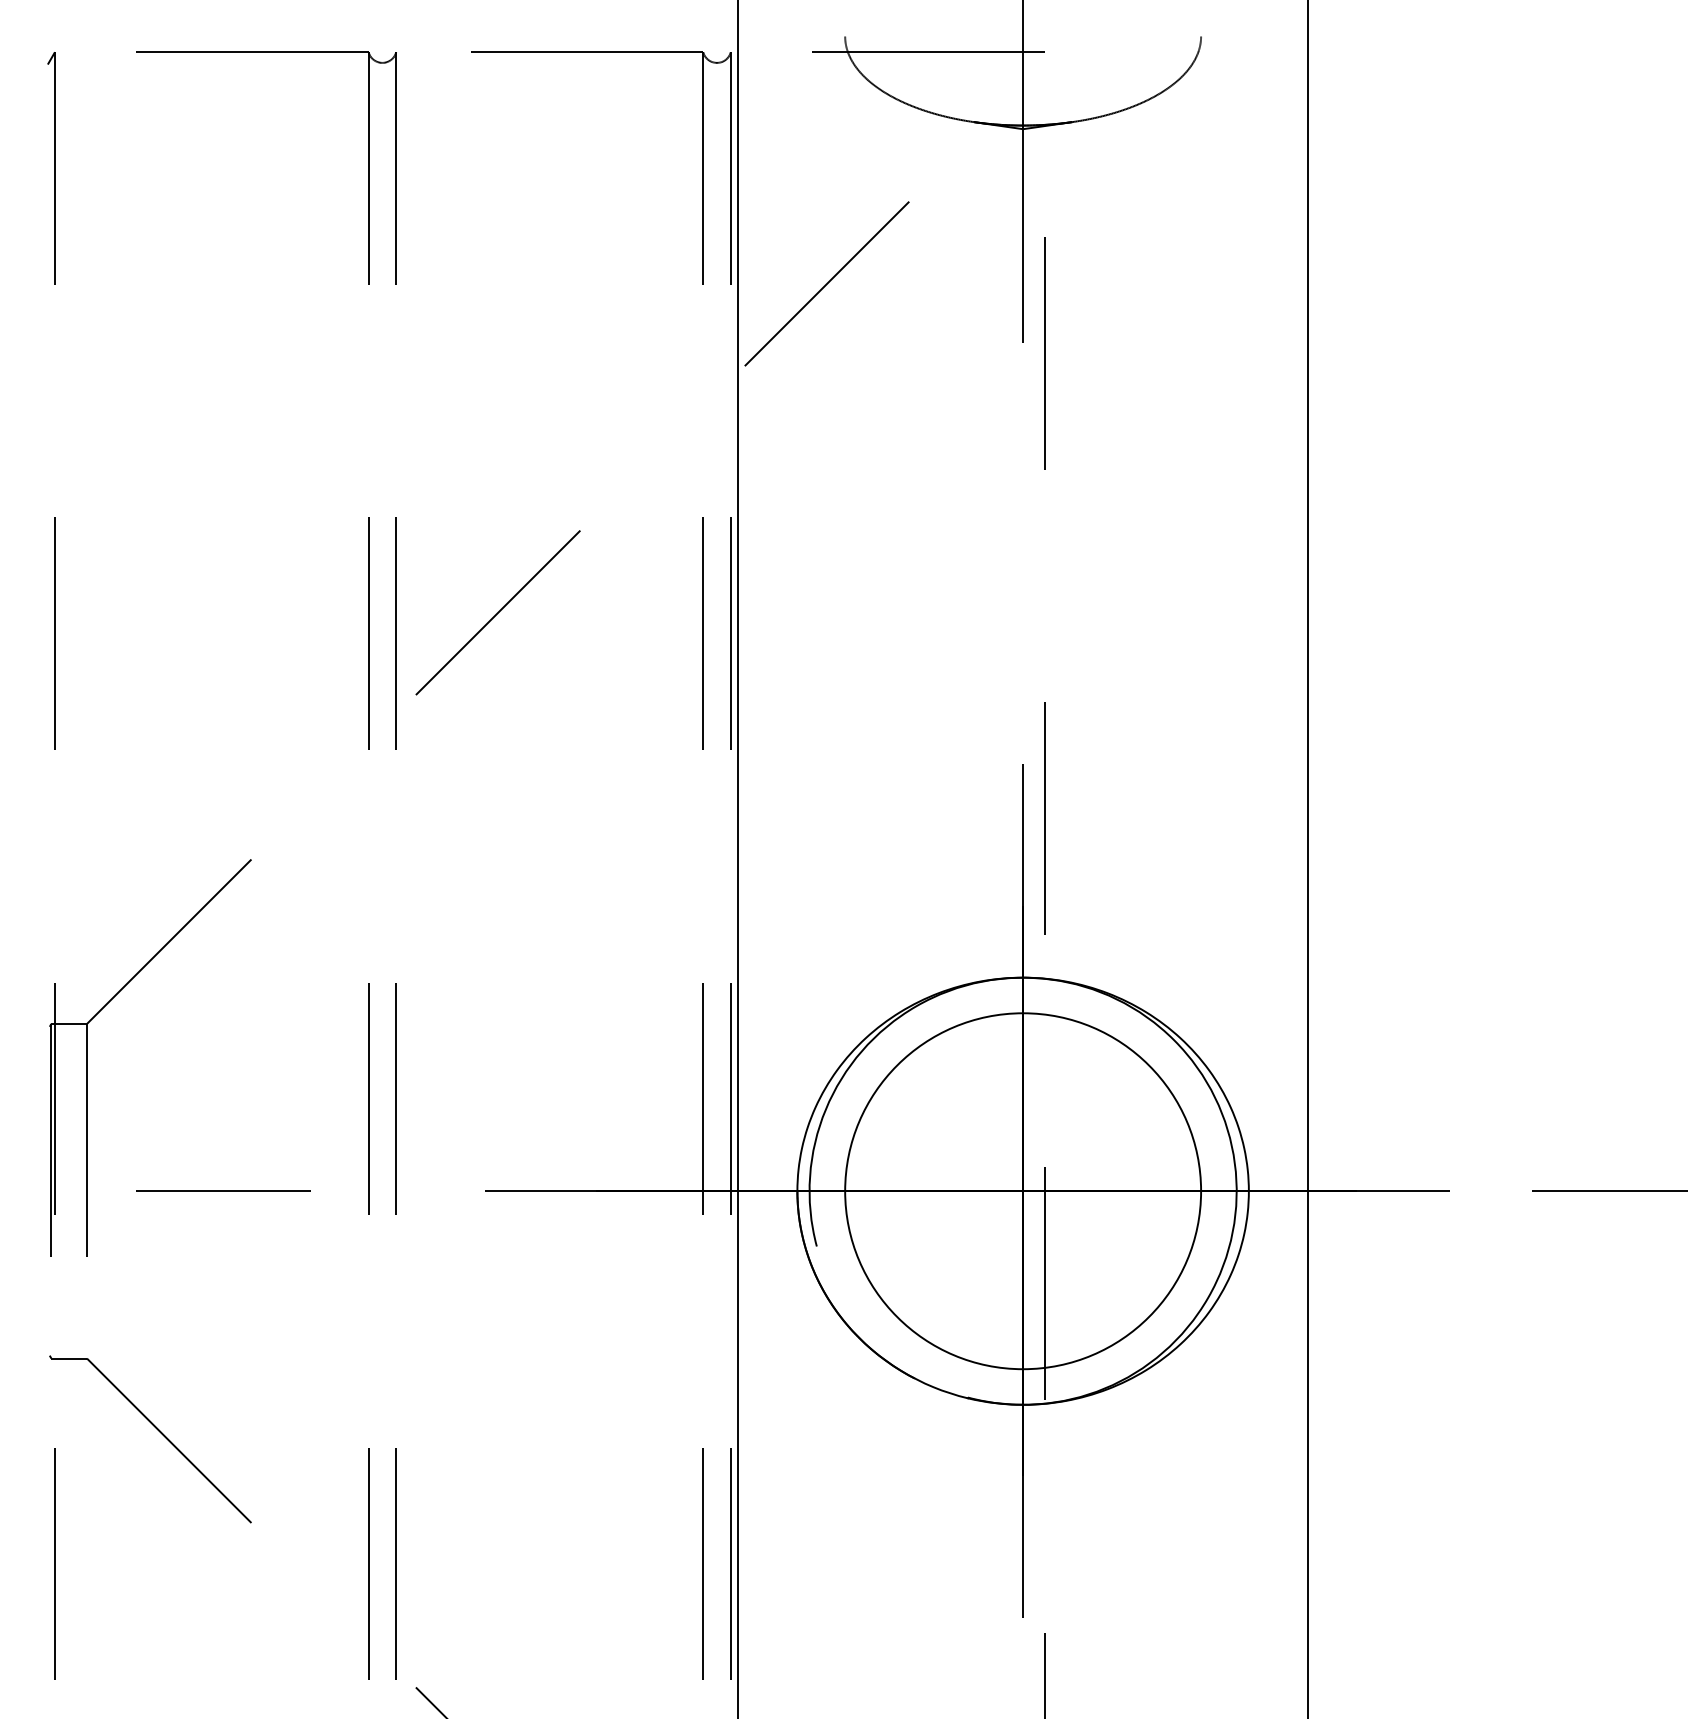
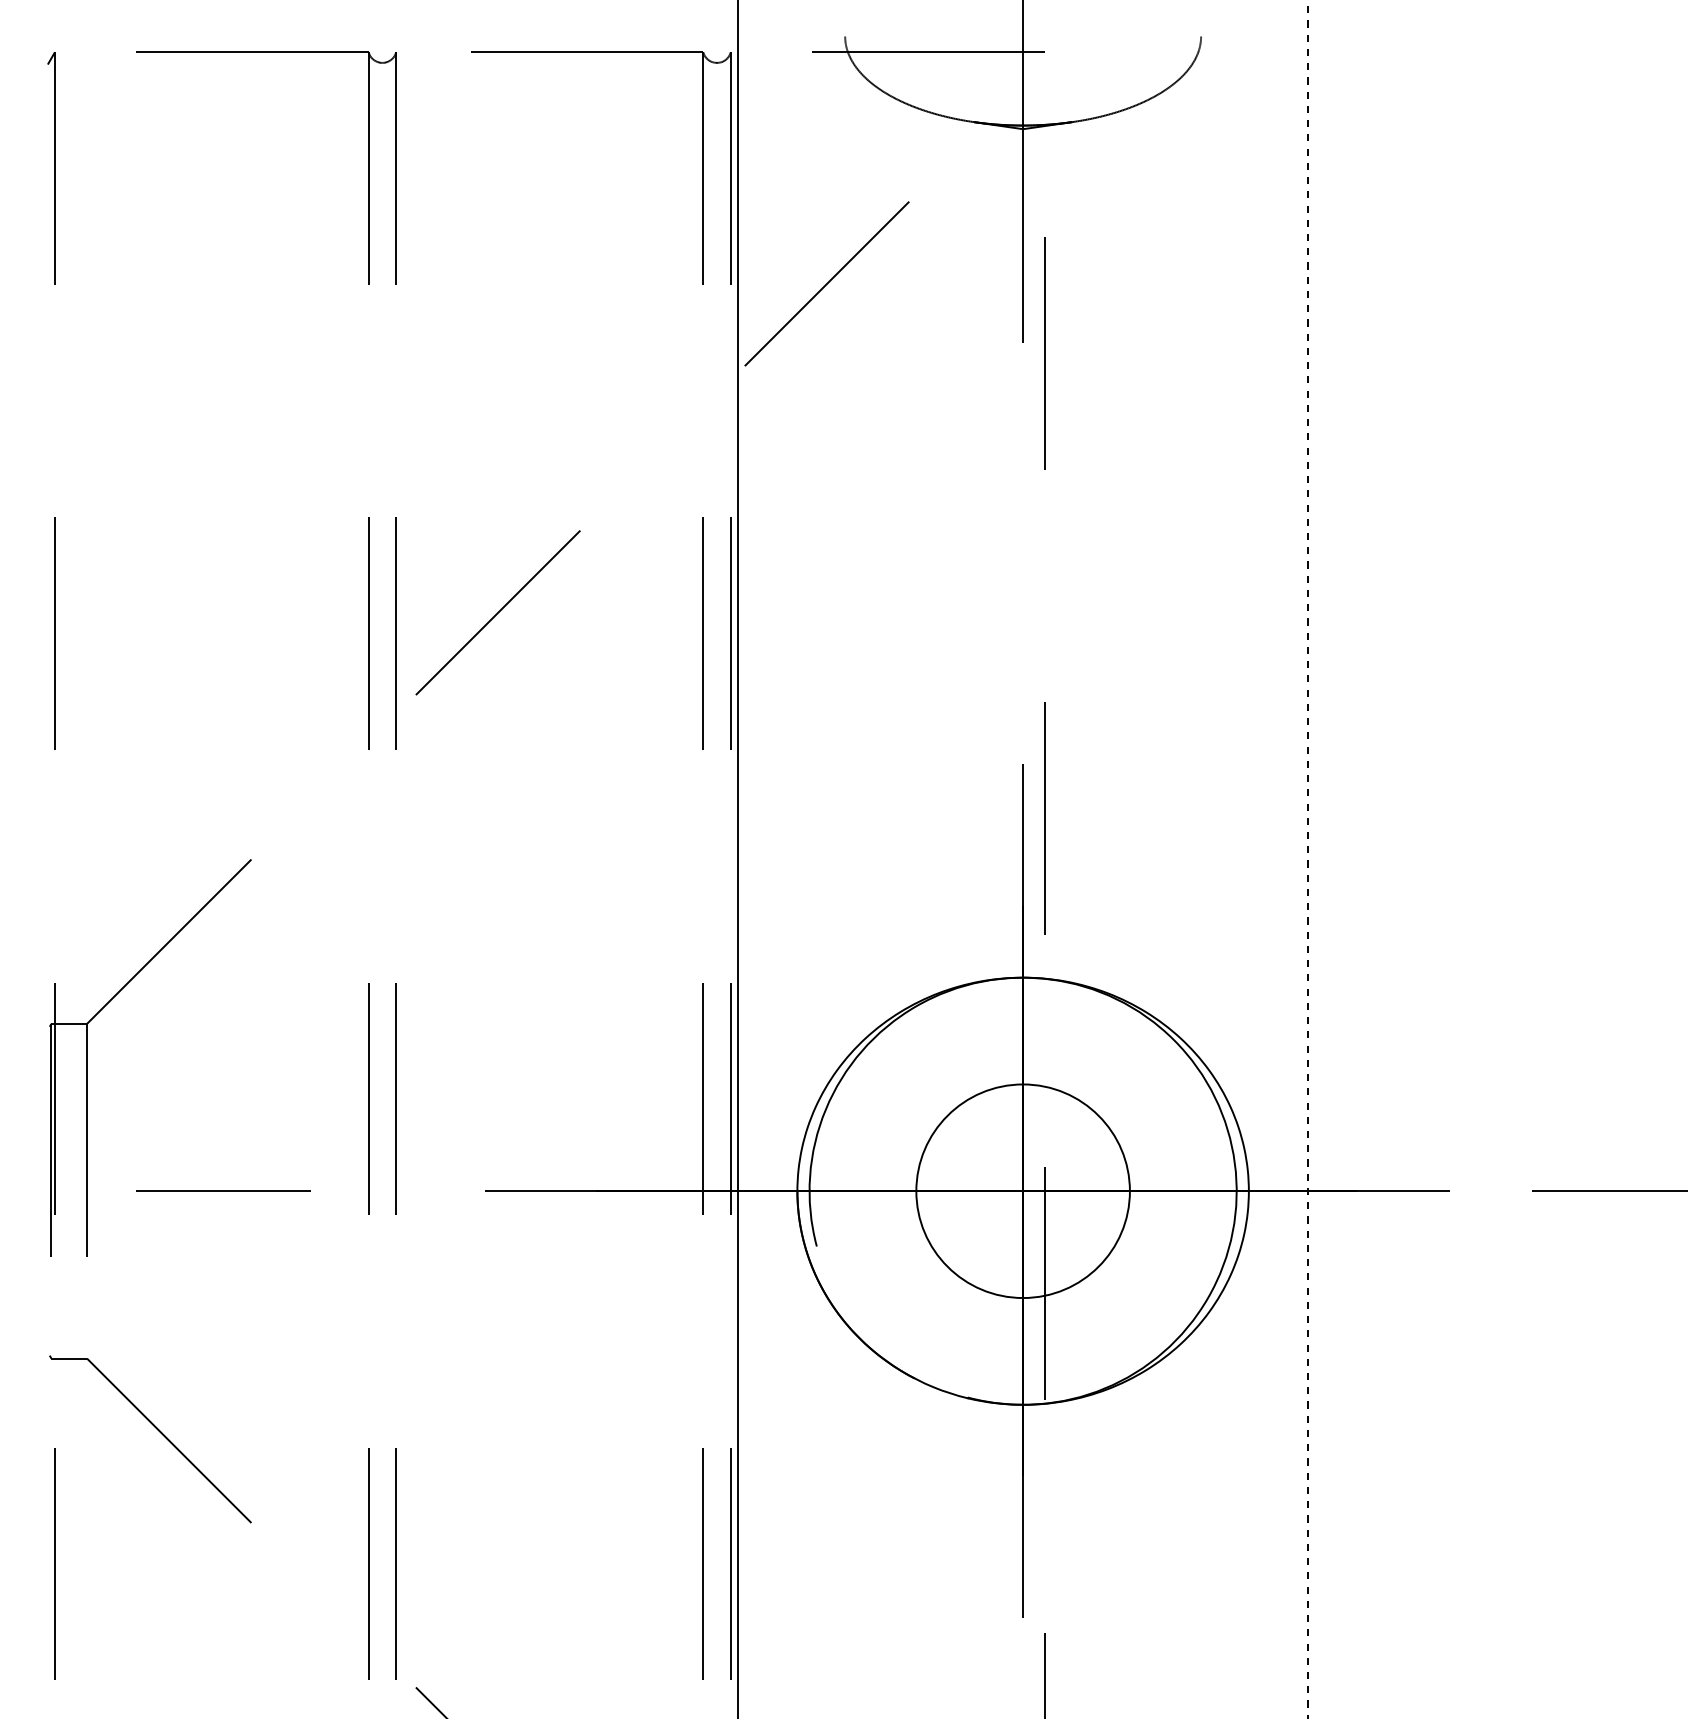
line at (1307, 859): solid -> dashed
circle at (1023, 1191) diameter: 356 px -> 214 px
